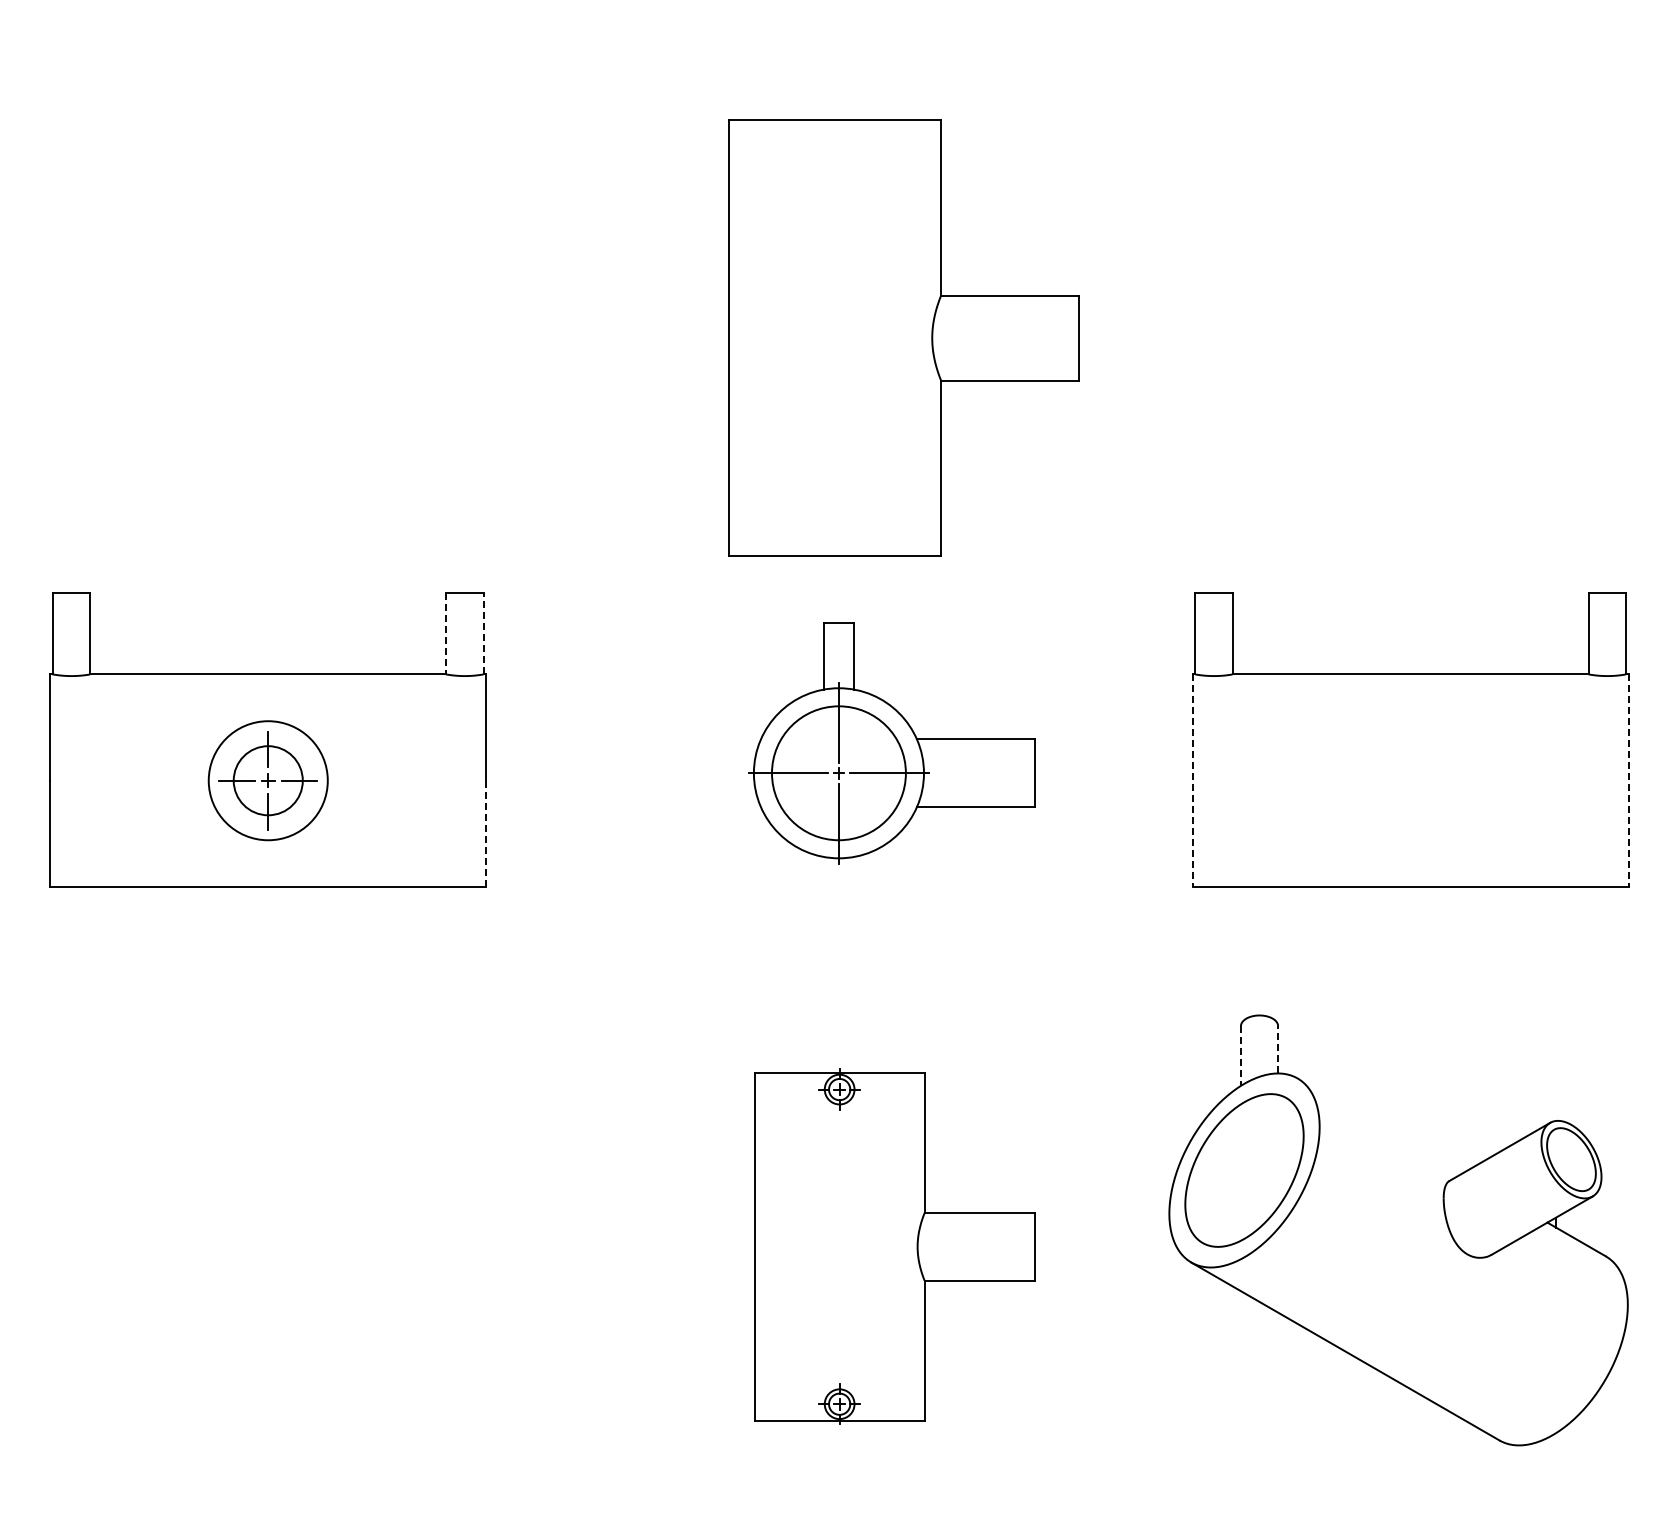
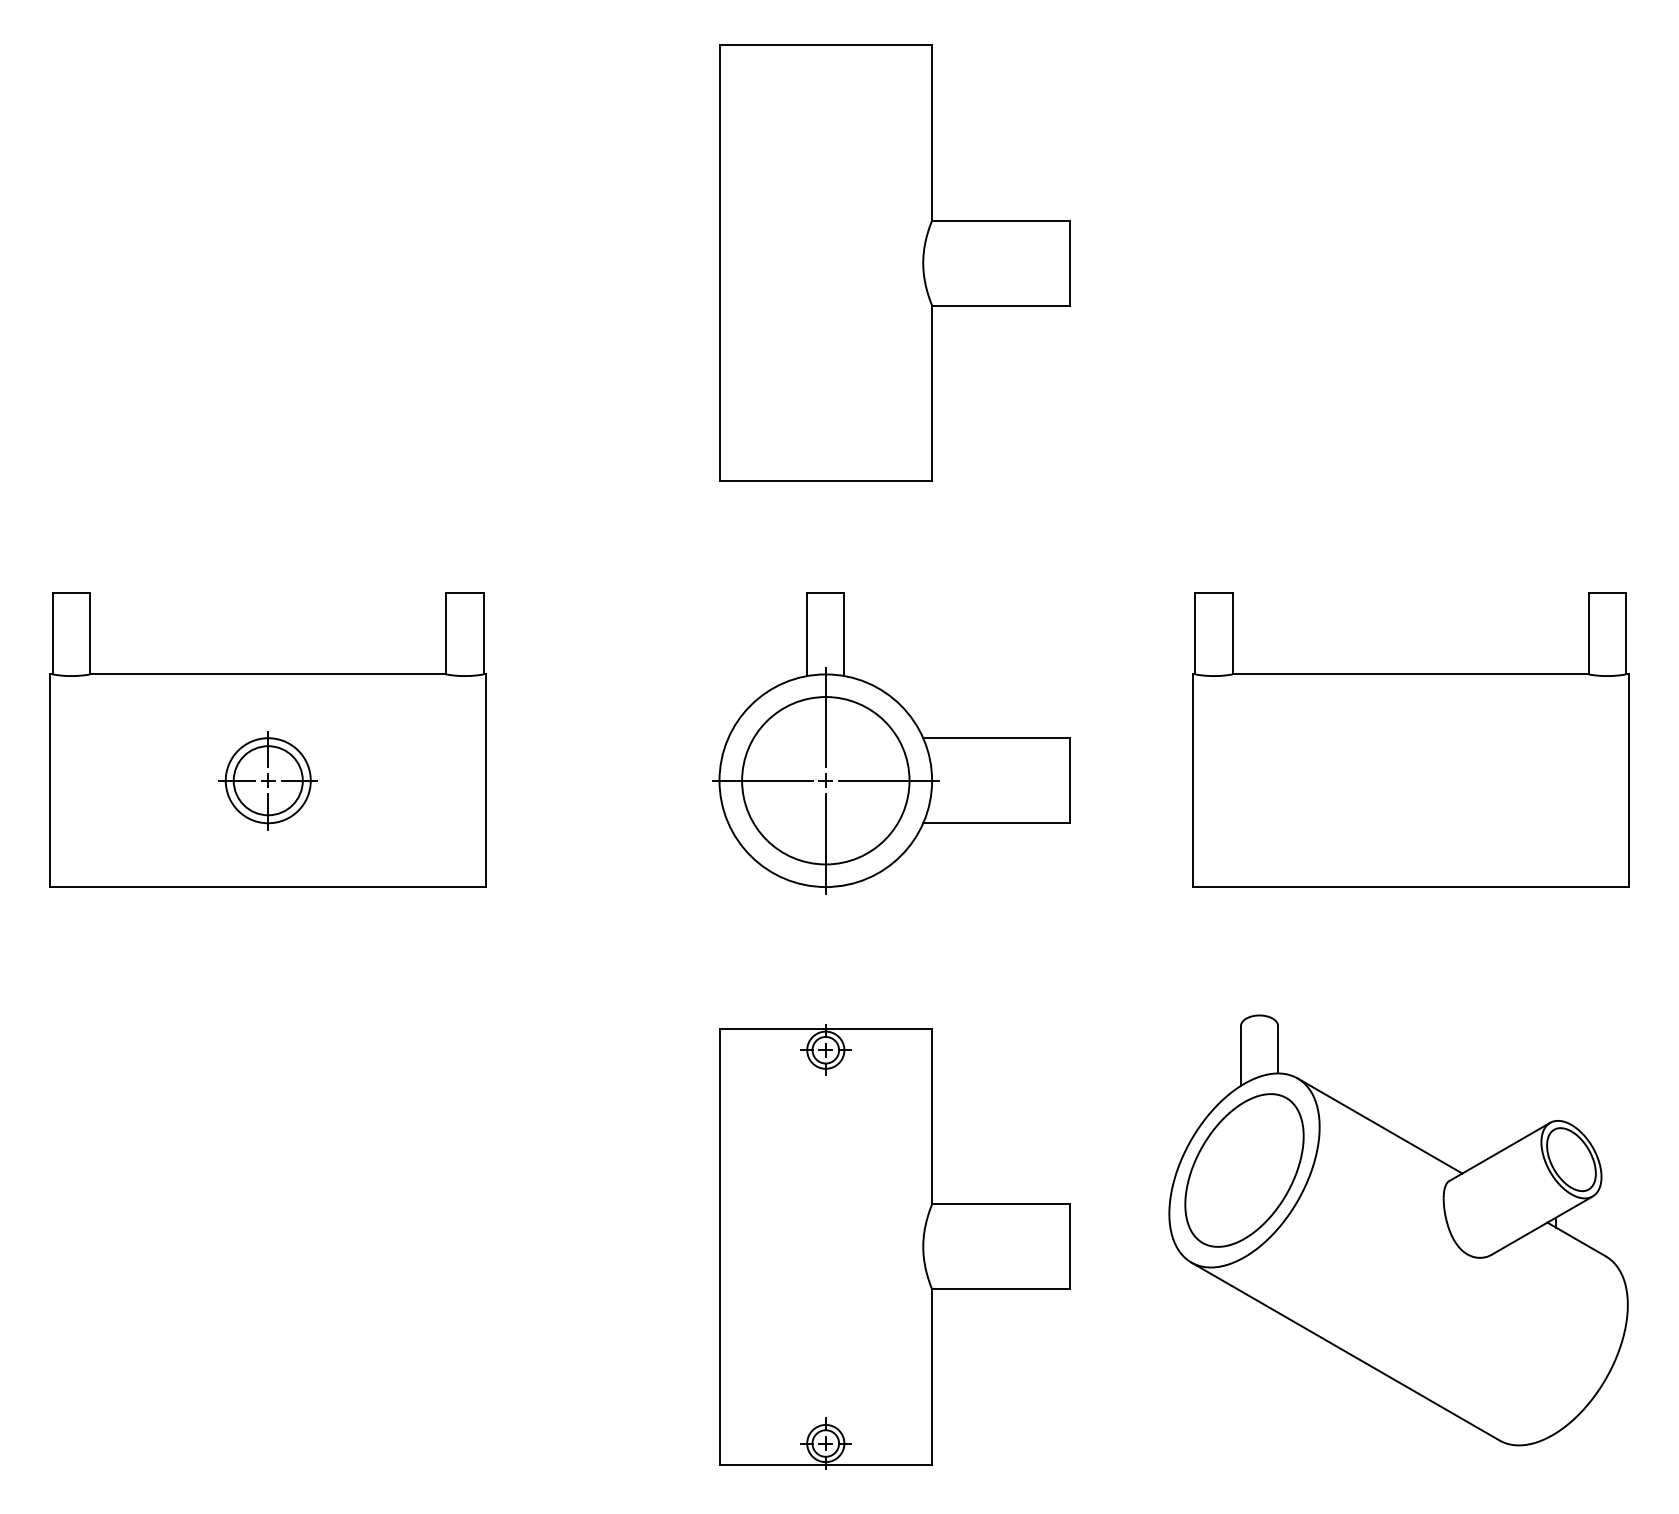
part at (903, 337) position: (903, 337) -> (894, 262)
line at (446, 633): dashed -> solid
line at (483, 633): dashed -> solid
part at (891, 743) size: 288x243 px -> 359x303 px
circle at (267, 780) diameter: 119 px -> 85 px
line at (1192, 781): dashed -> solid
line at (1628, 781): dashed -> solid
line at (486, 833): dashed -> solid
line at (1278, 1049): dashed -> solid
line at (1240, 1056): dashed -> solid
line at (1379, 1125): none -> present
part at (894, 1246) size: 282x357 px -> 352x446 px
